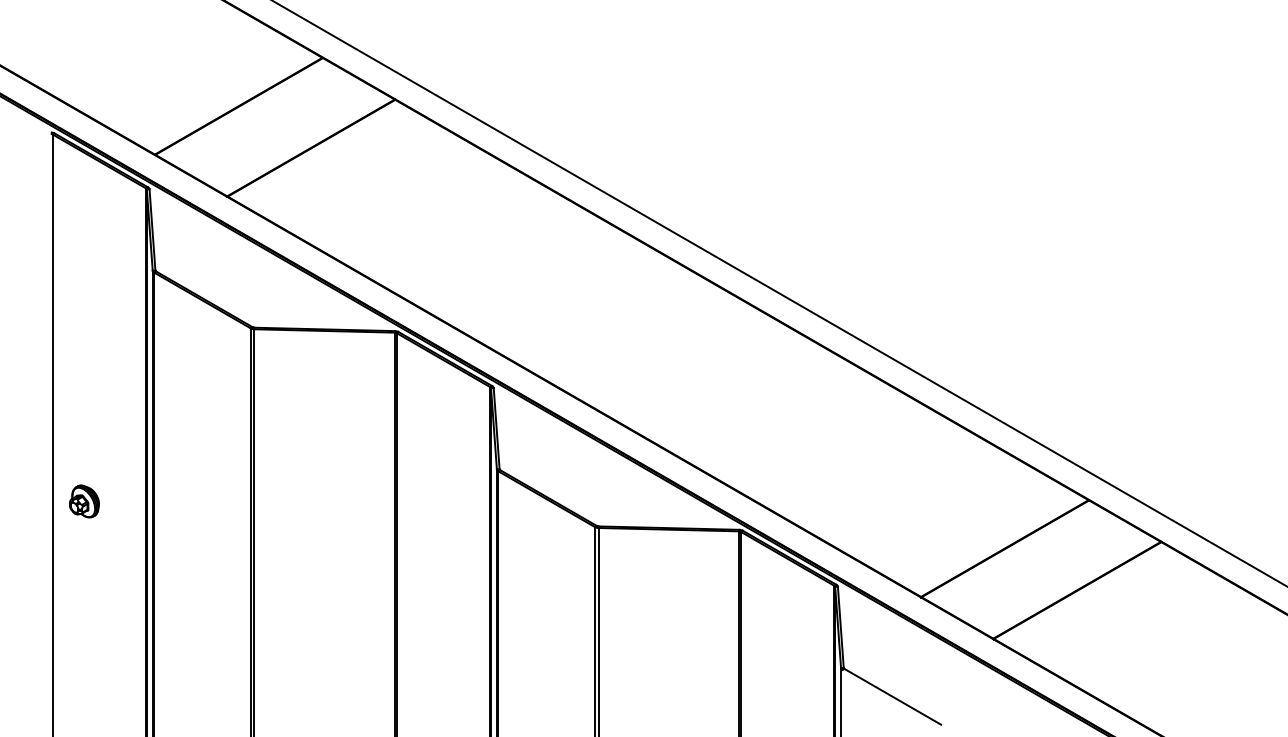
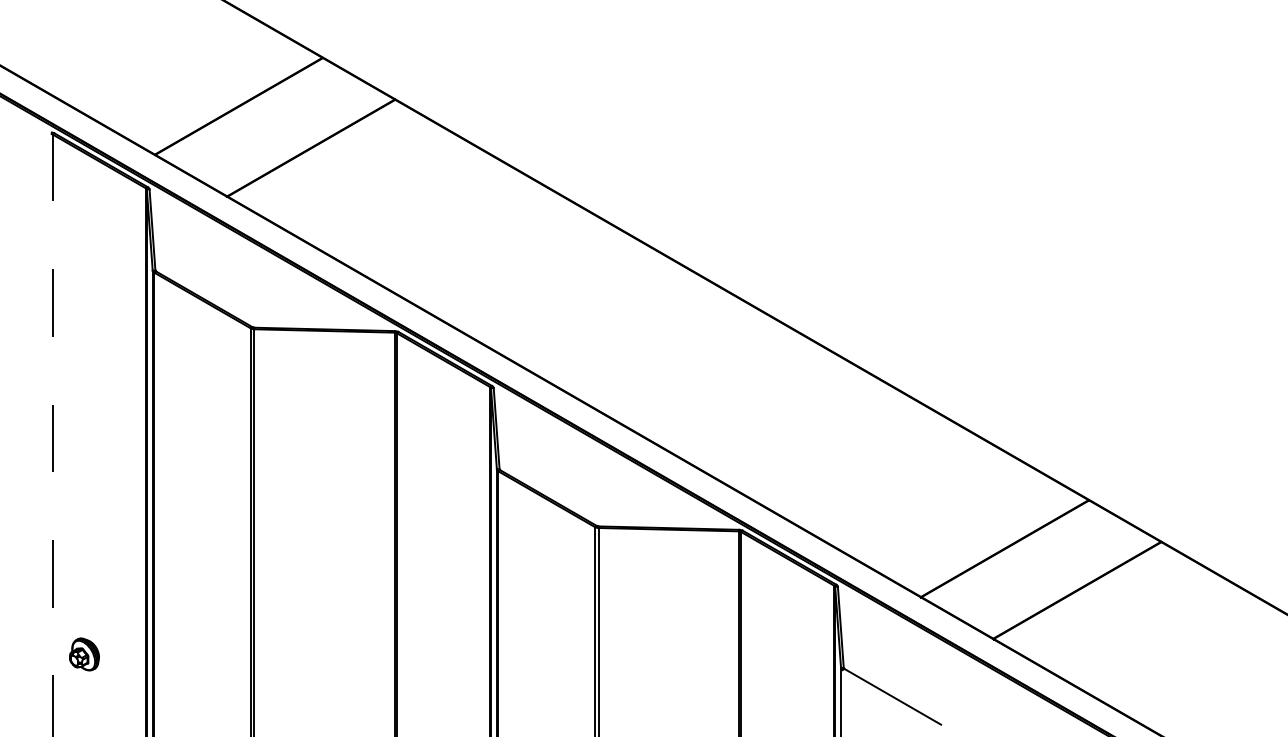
line at (779, 293): present -> none
line at (52, 435): solid -> dashed
part at (84, 501) position: (84, 501) -> (84, 654)
